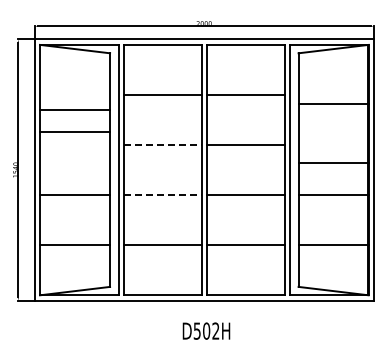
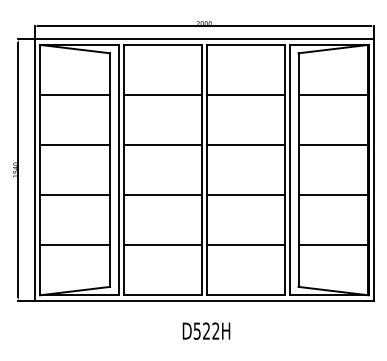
line at (333, 103) position: (333, 103) -> (333, 94)
line at (75, 109) position: (75, 109) -> (75, 94)
line at (75, 132) position: (75, 132) -> (75, 145)
line at (162, 145): dashed -> solid
line at (333, 163) position: (333, 163) -> (333, 145)
line at (162, 195): dashed -> solid
text at (206, 330): D502H -> D522H
